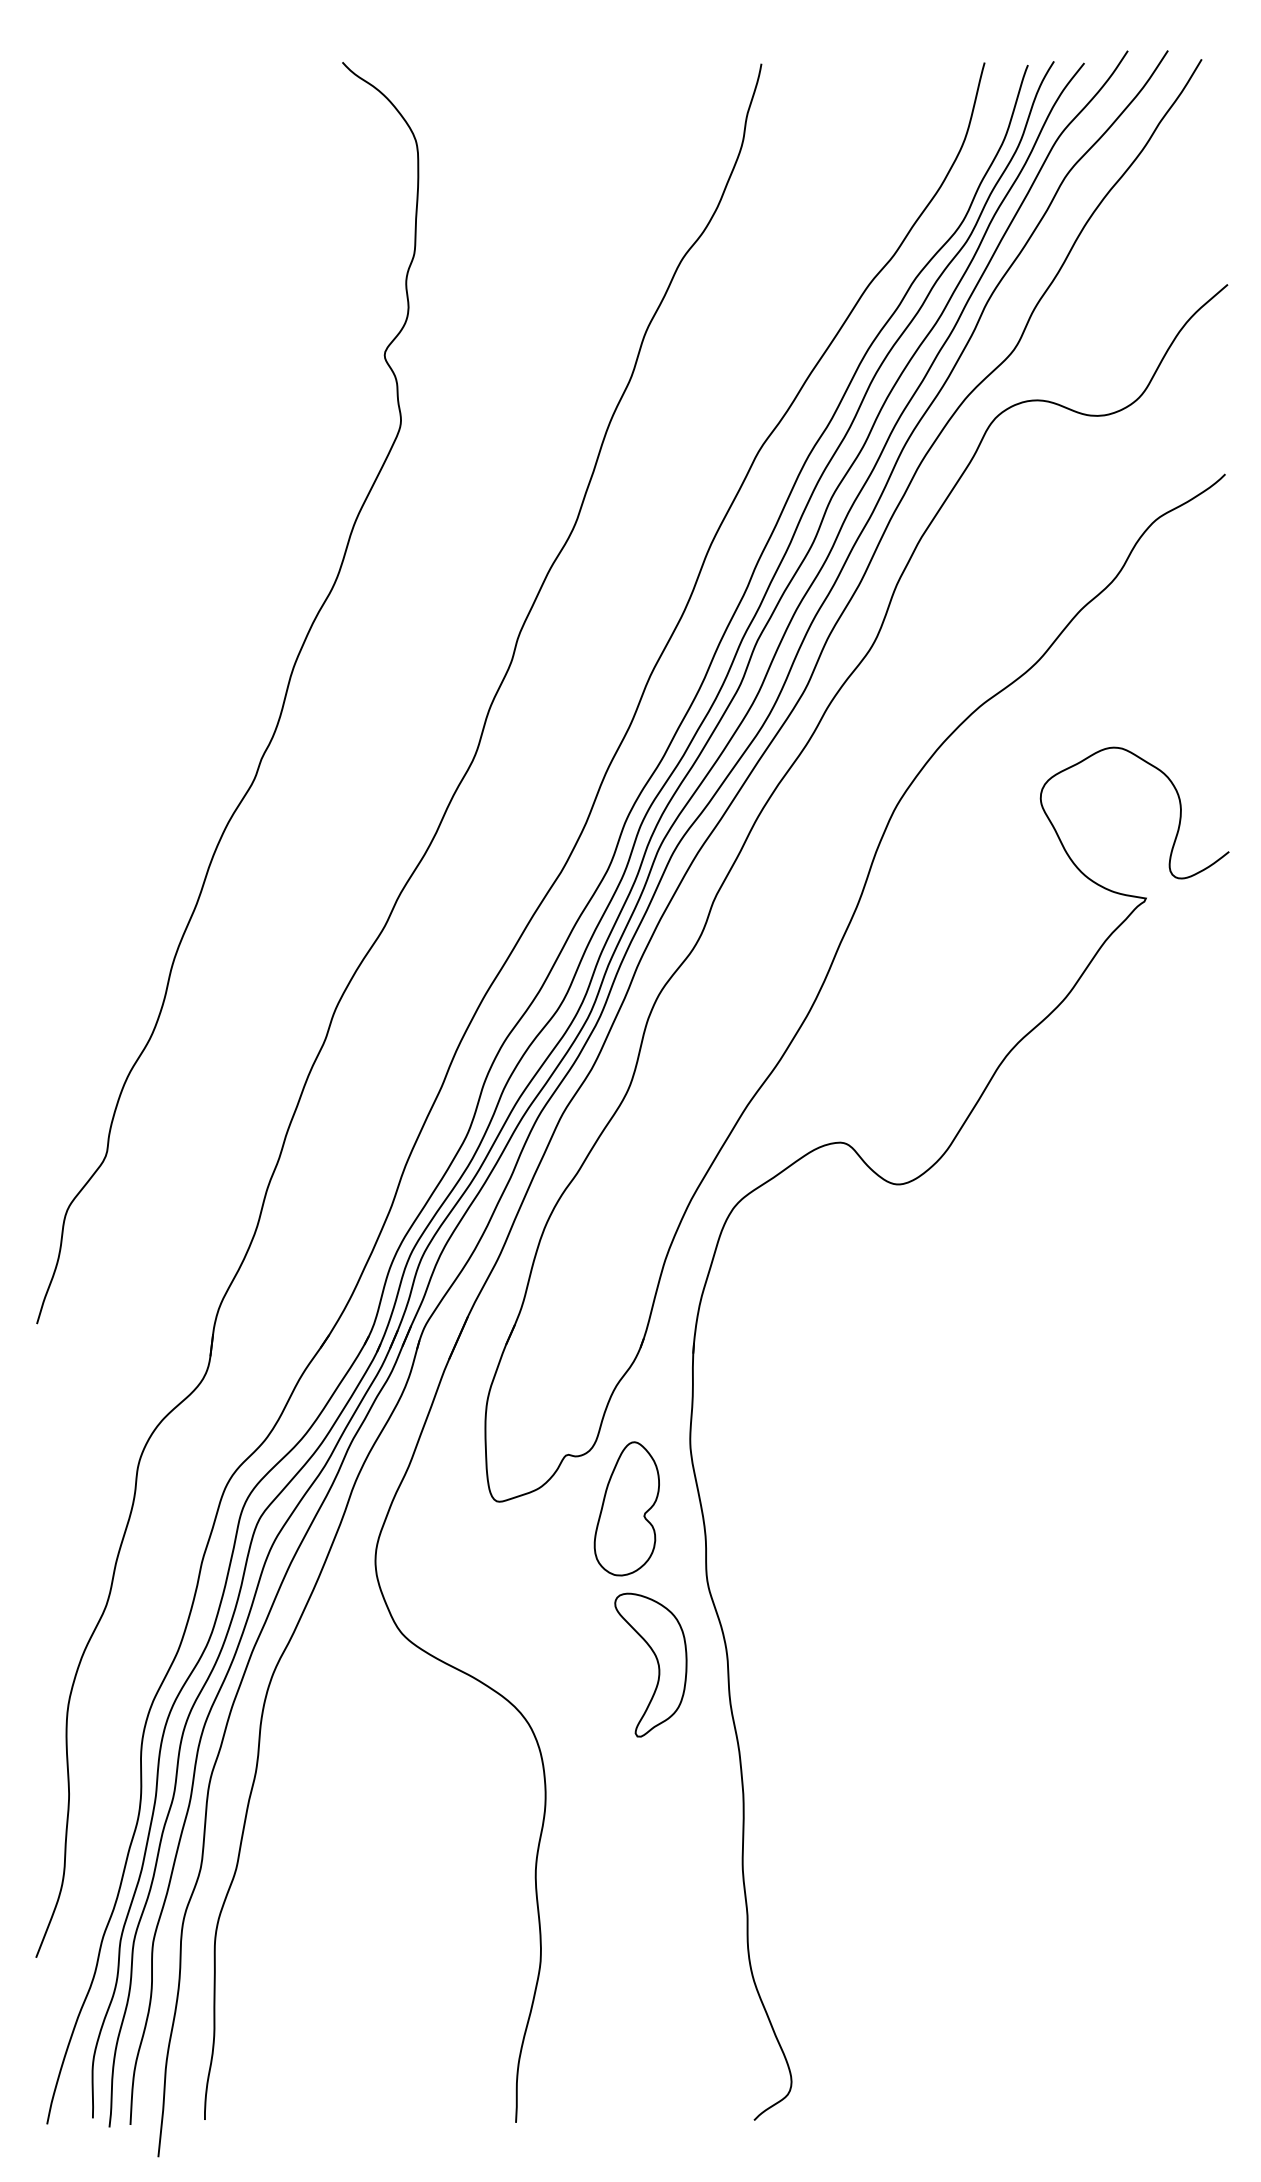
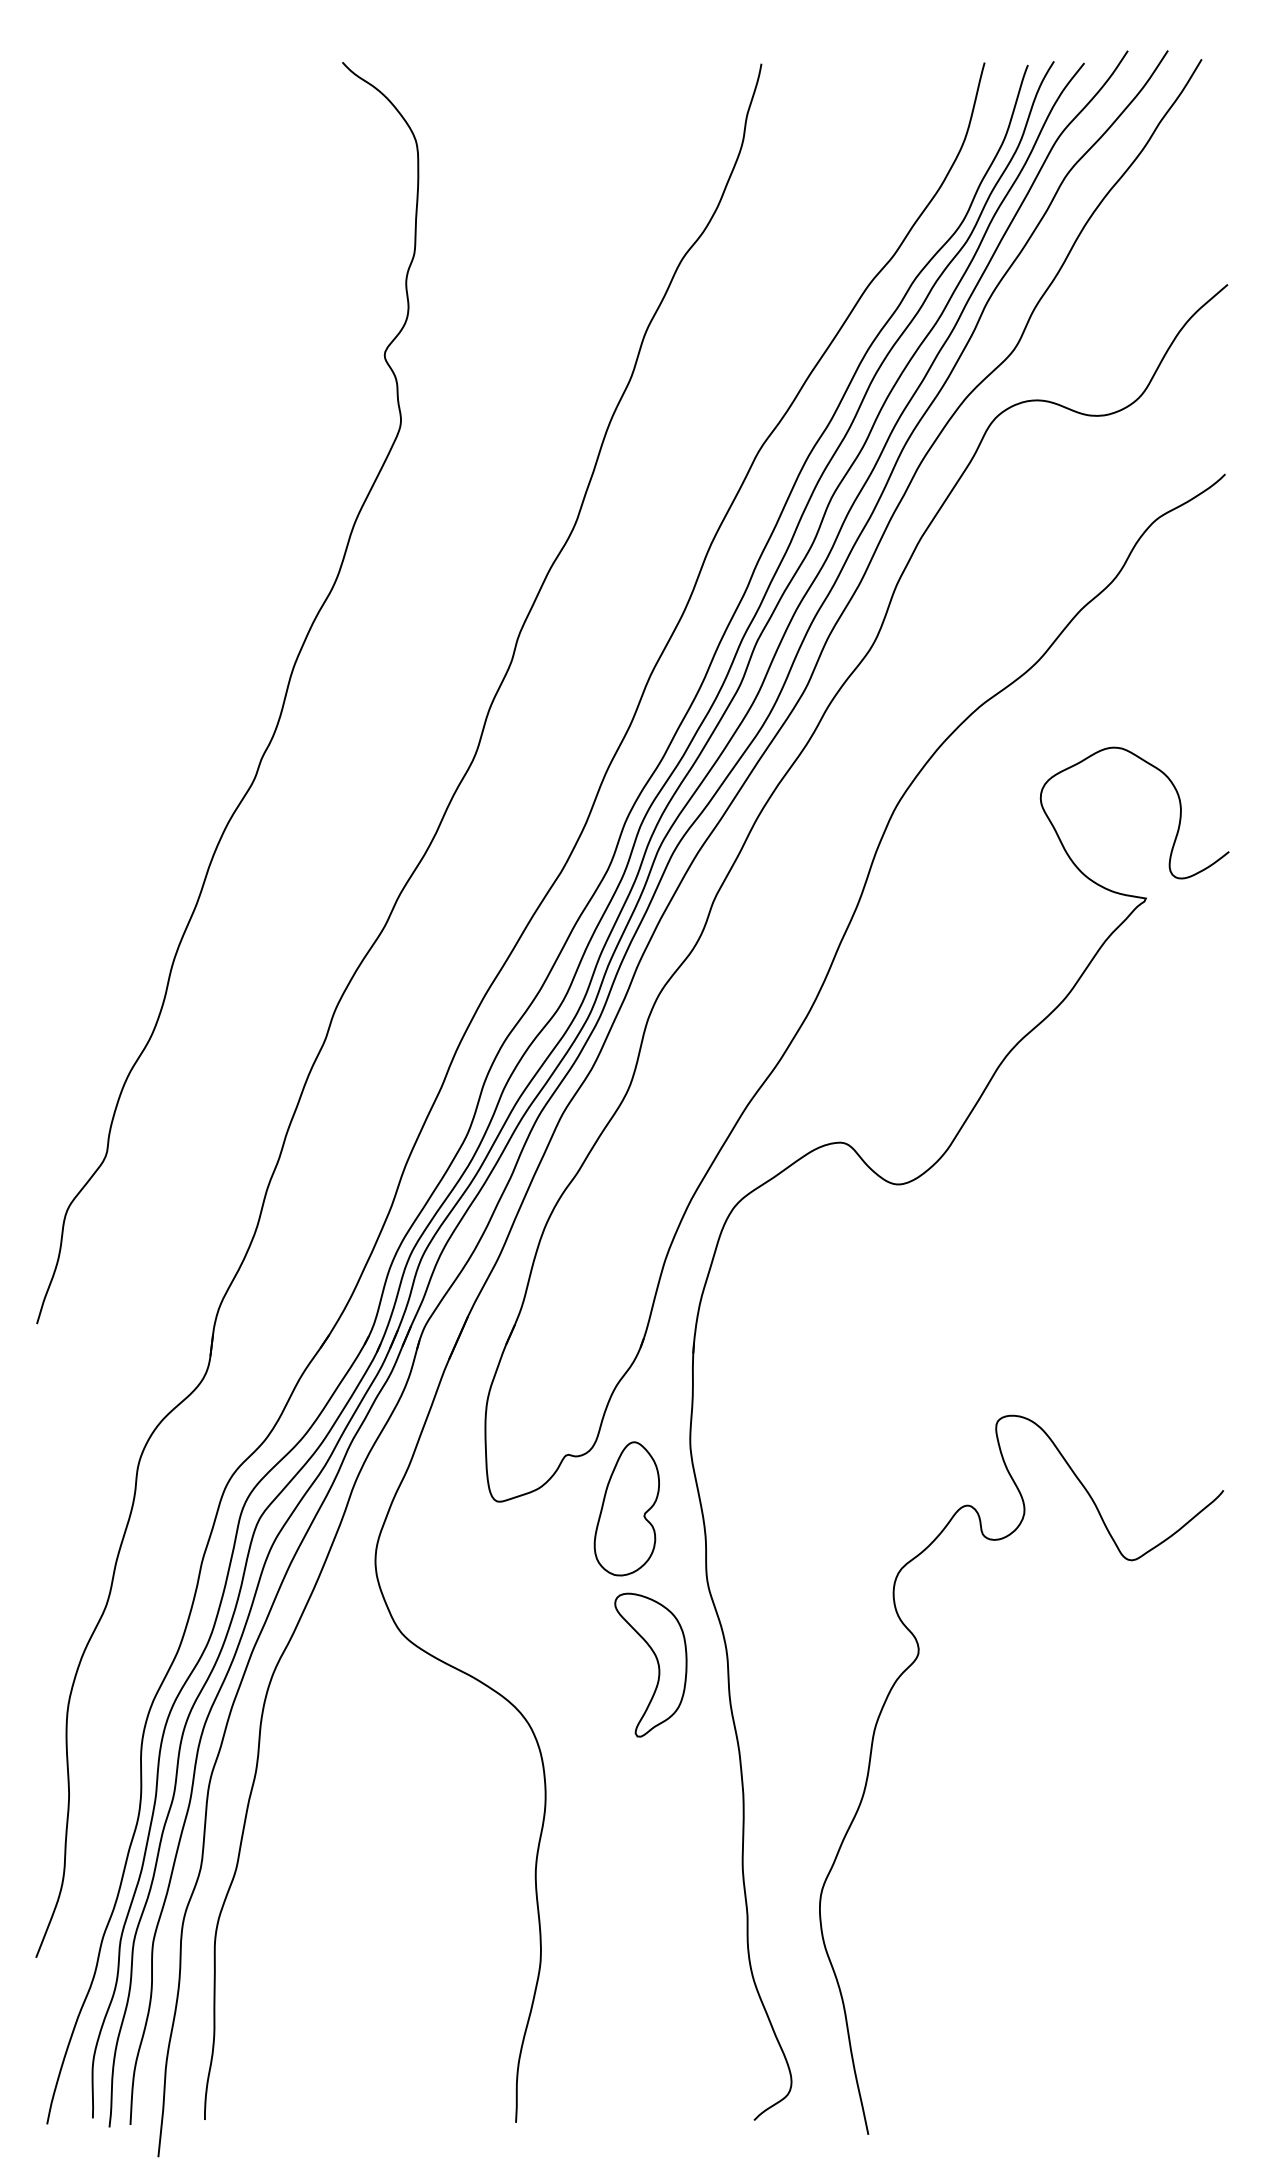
curve at (871, 1758): none -> present
